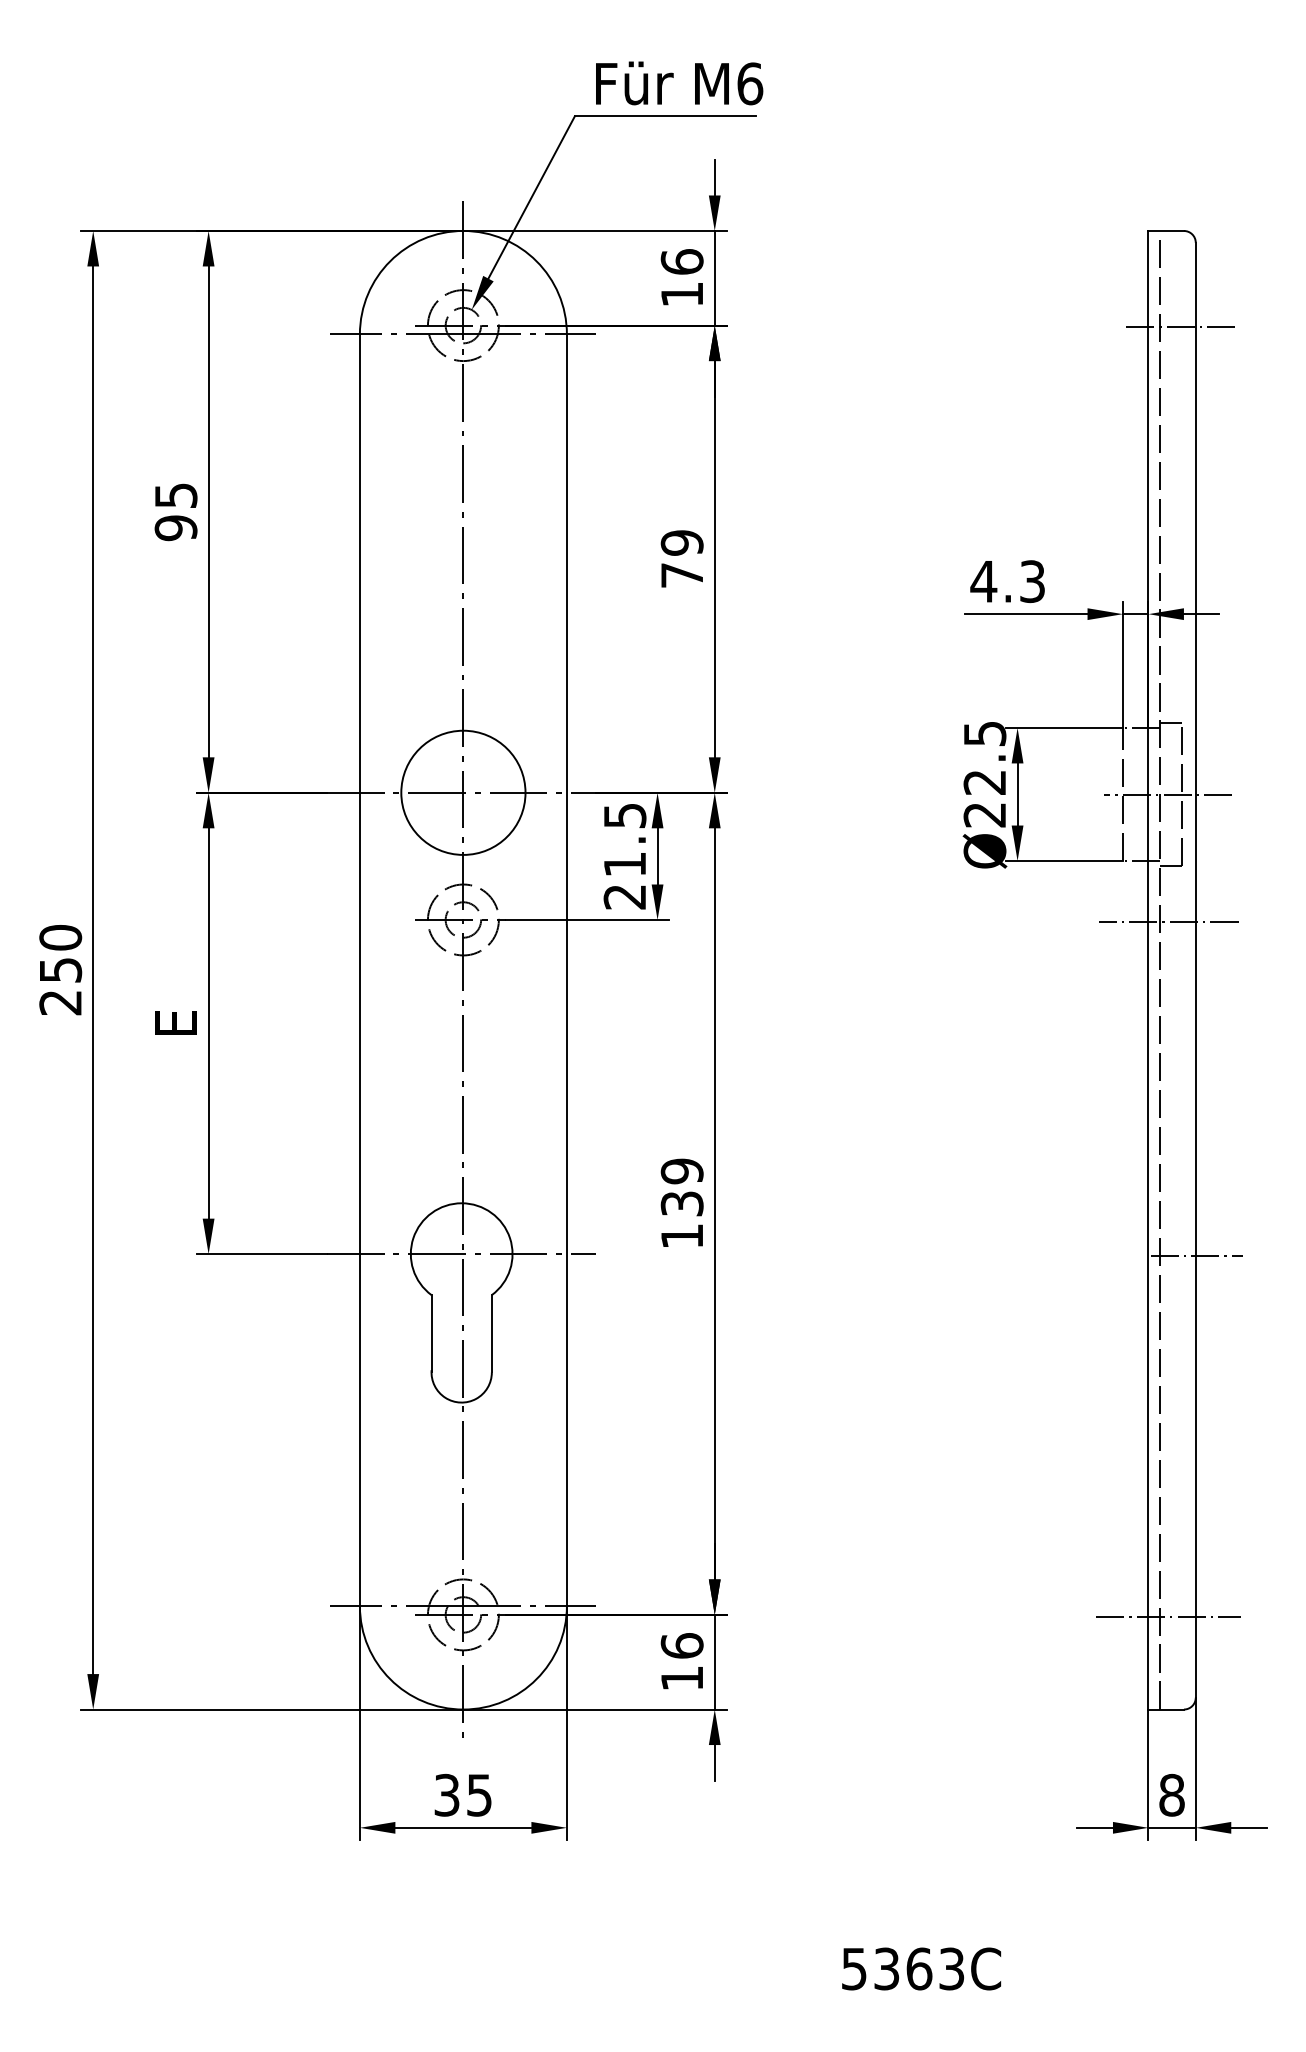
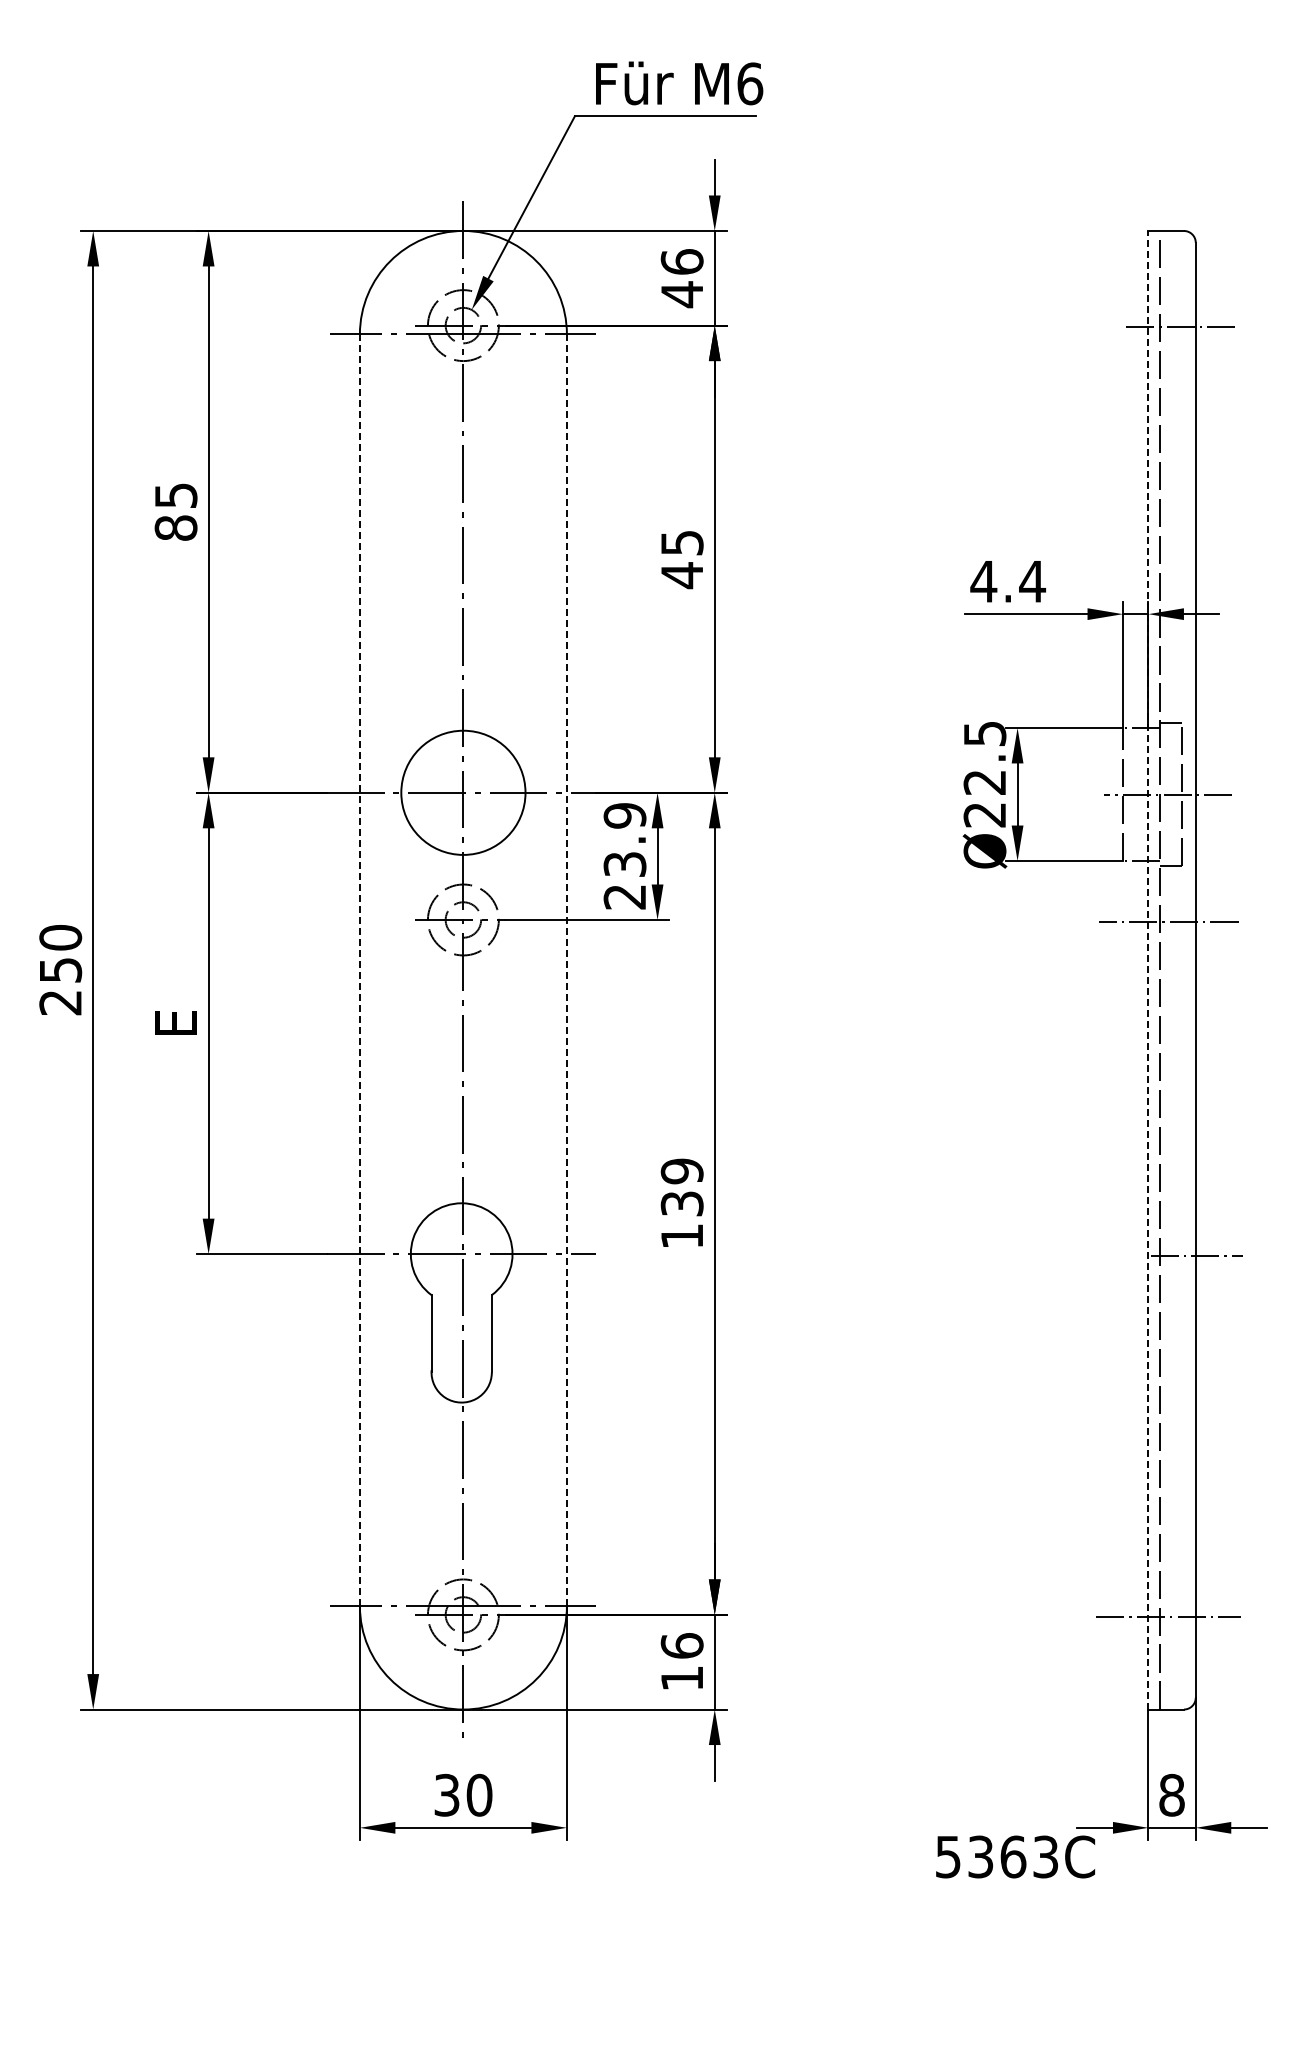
text at (681, 294): 16 -> 46
text at (175, 528): 95 -> 85
text at (681, 559): 79 -> 45
text at (1032, 581): 4.3 -> 4.4
text at (624, 839): 21.5 -> 23.9
line at (1148, 969): solid -> dashed
line at (359, 970): solid -> dashed
line at (566, 970): solid -> dashed
text at (479, 1794): 35 -> 30
text at (921, 1968) position: (921, 1968) -> (1015, 1856)
